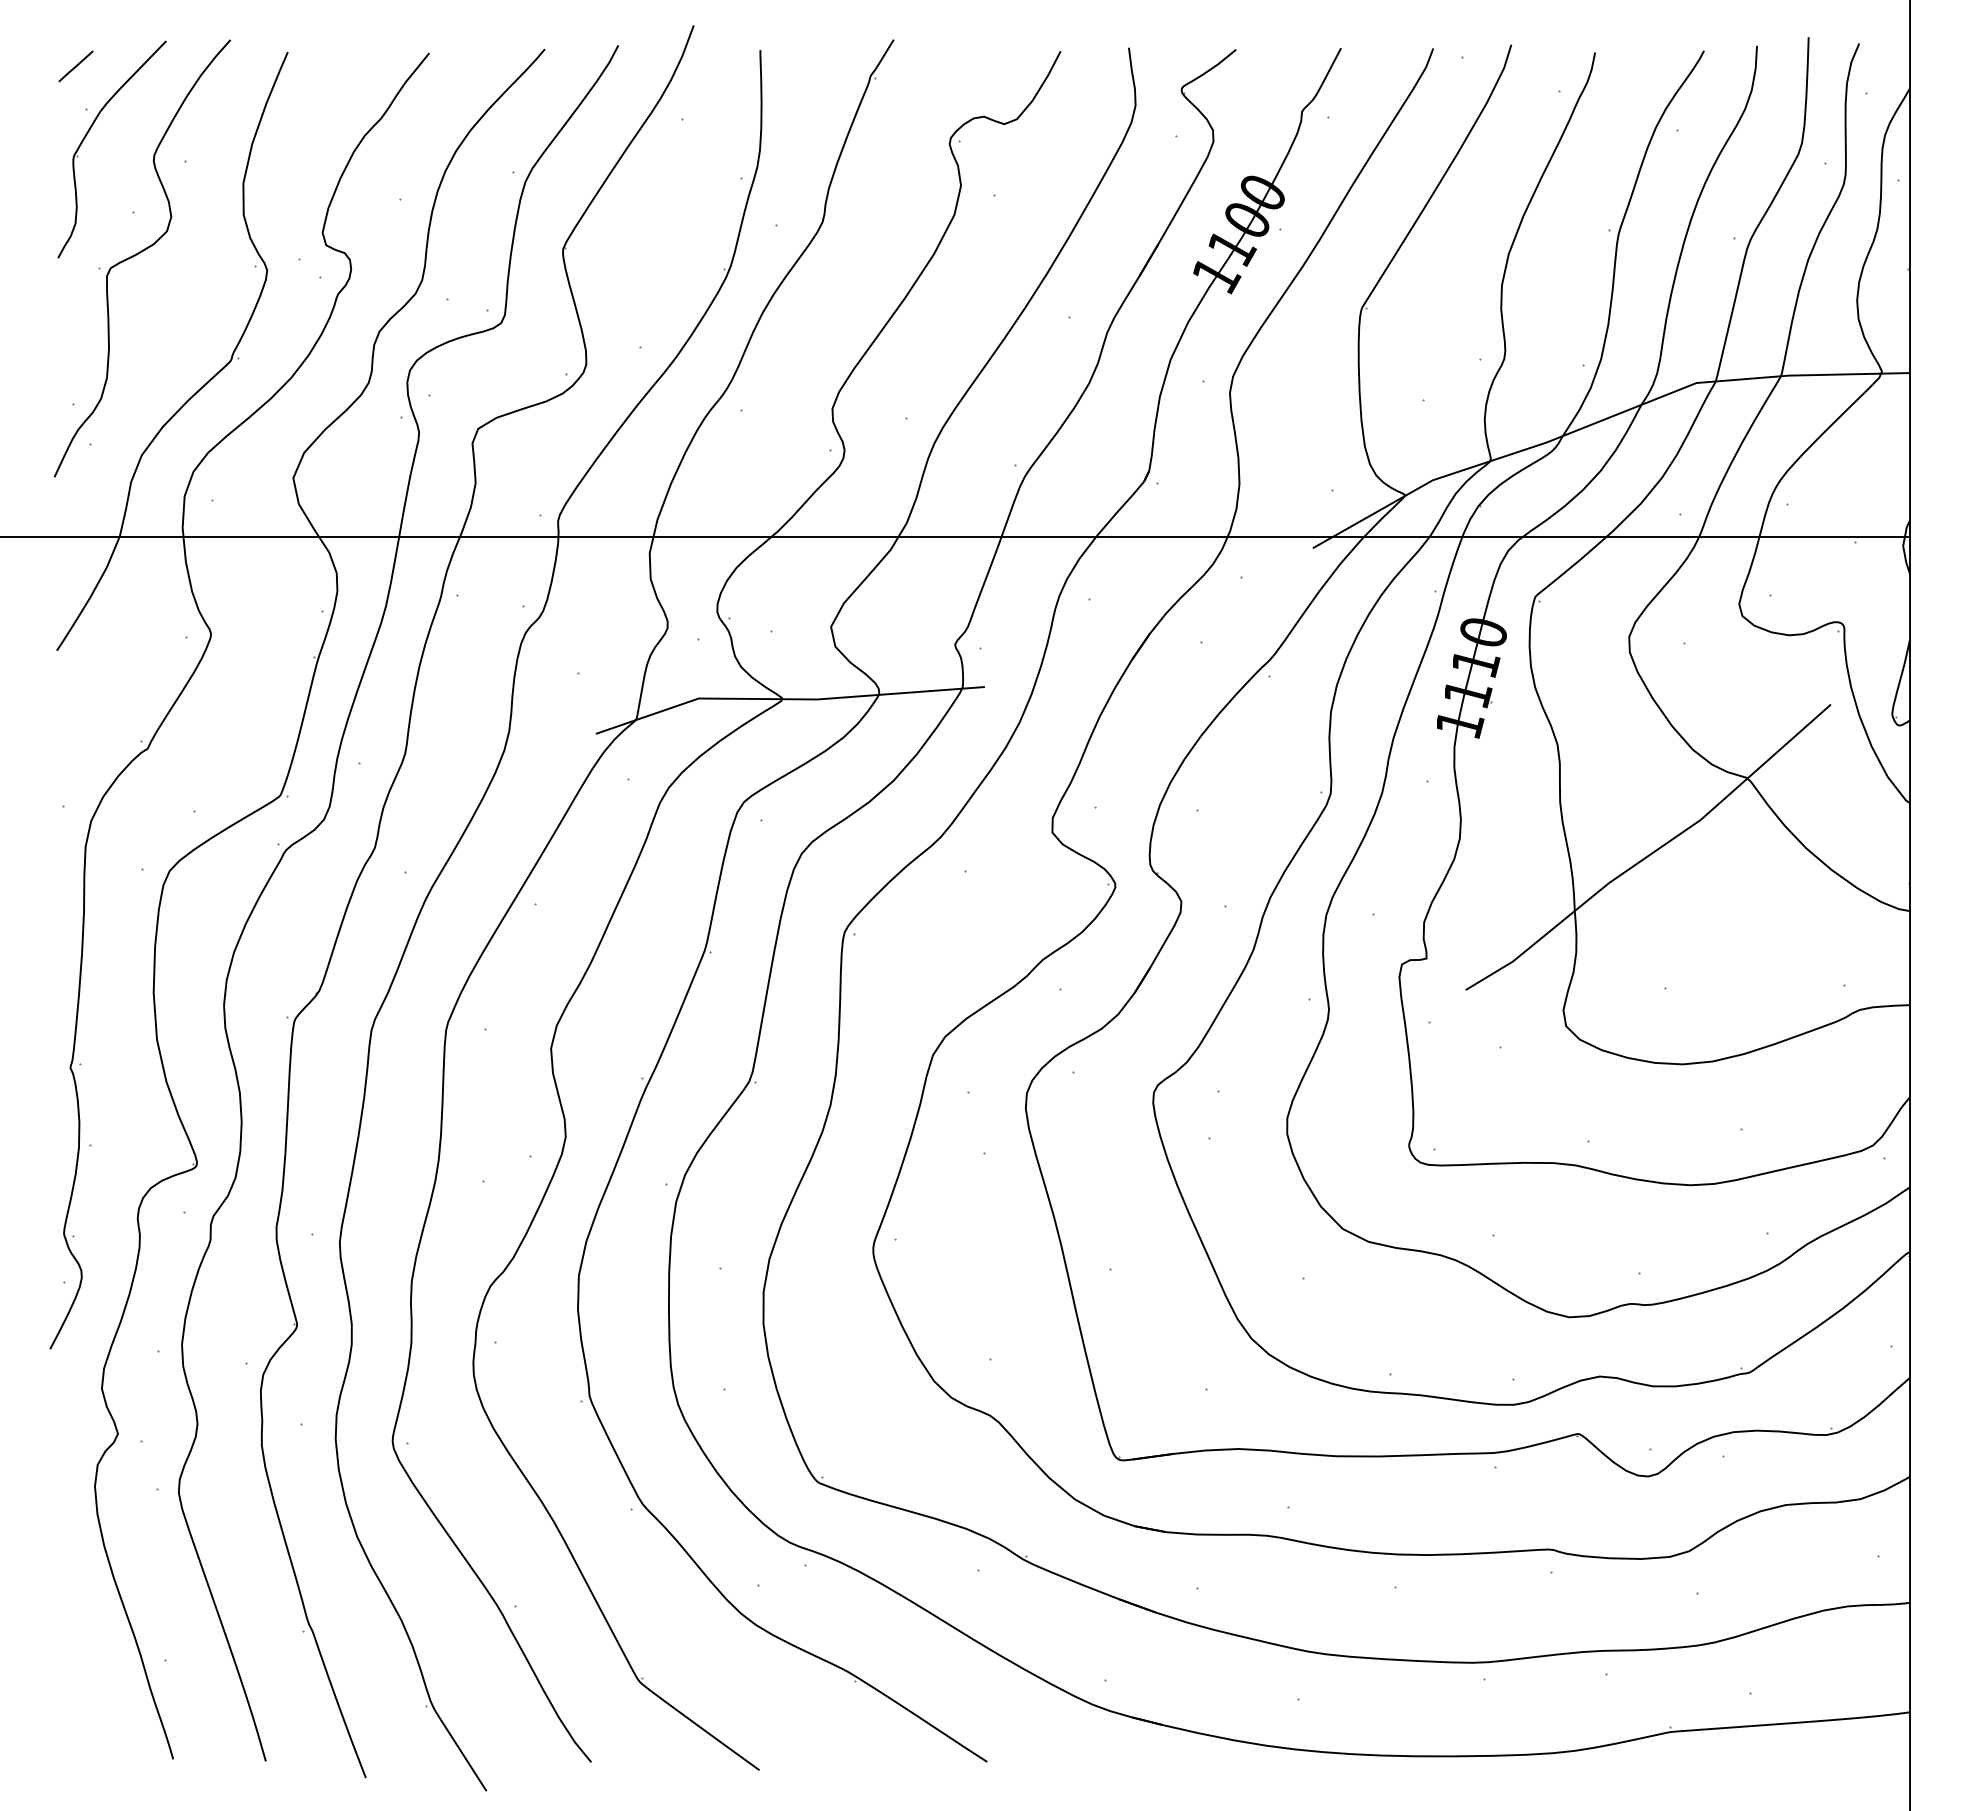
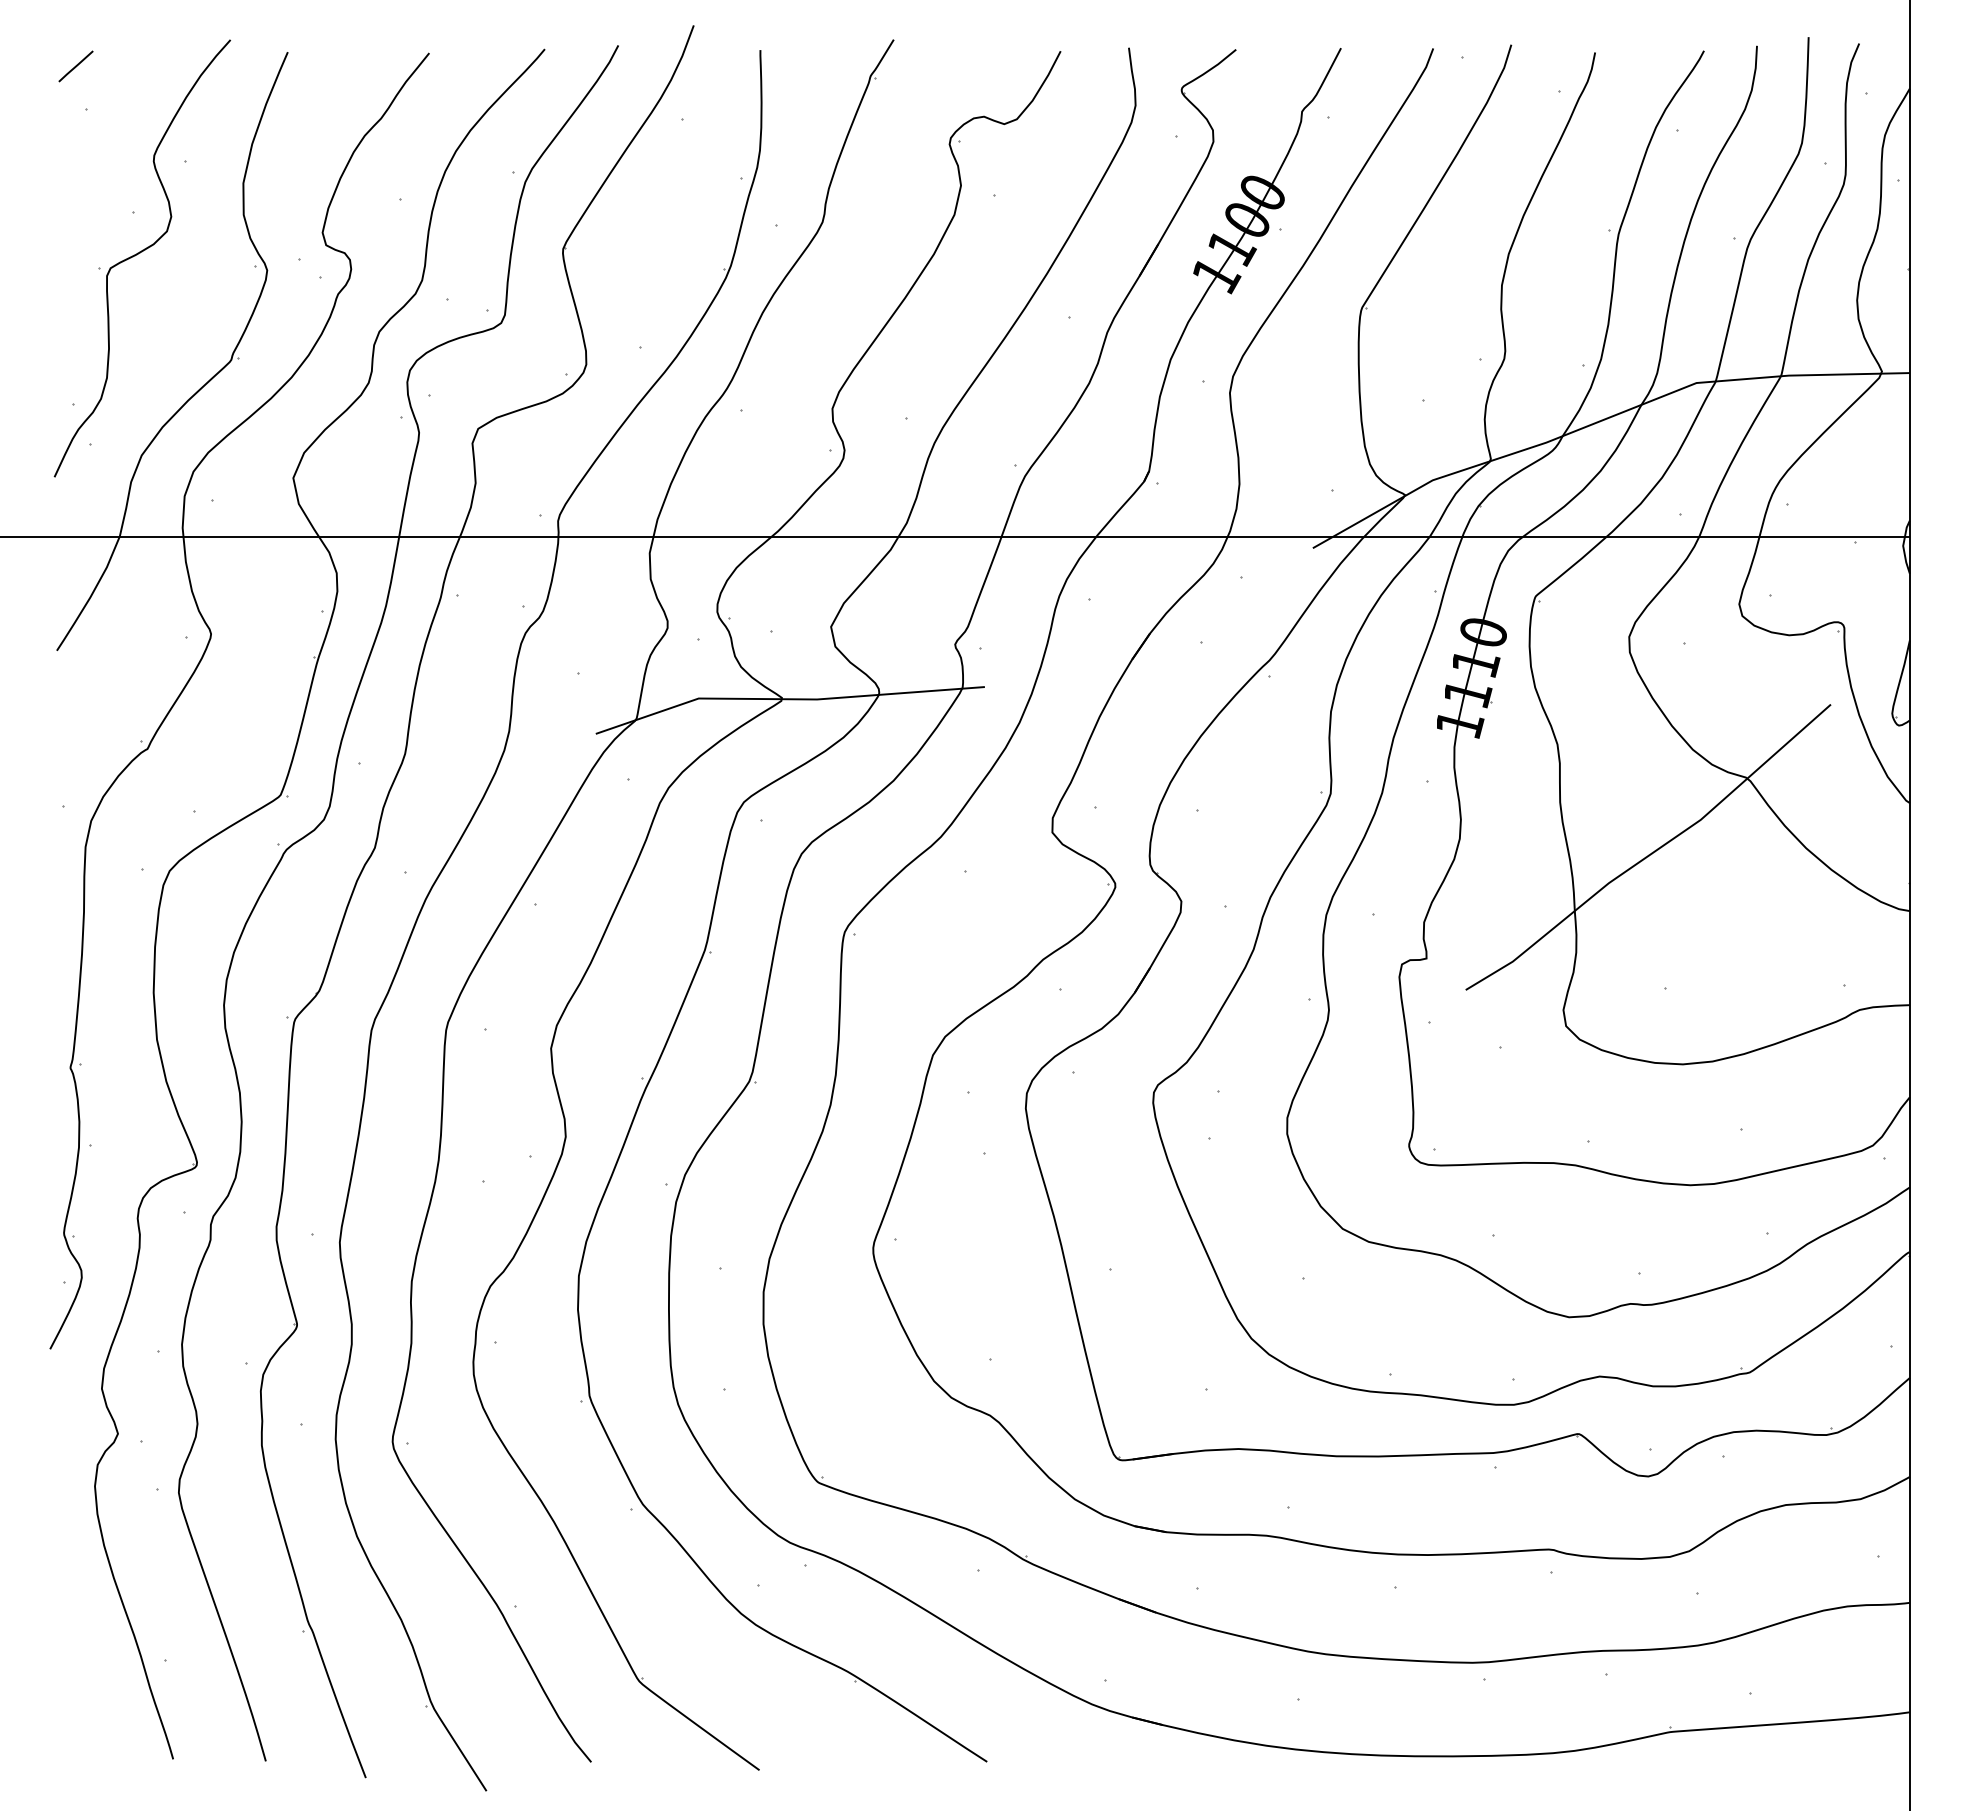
part at (88, 133): present -> none
